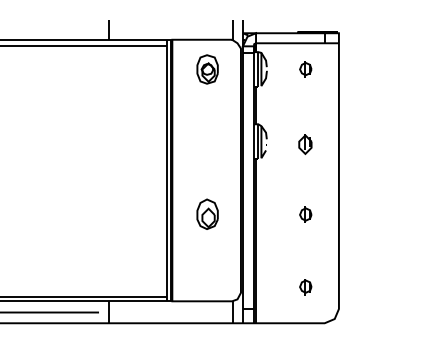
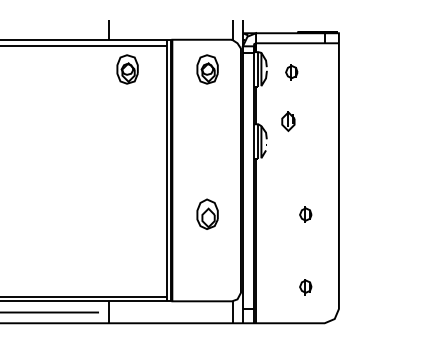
part at (127, 69): none -> present
part at (305, 69) position: (305, 69) -> (291, 72)
part at (305, 144) position: (305, 144) -> (288, 121)
